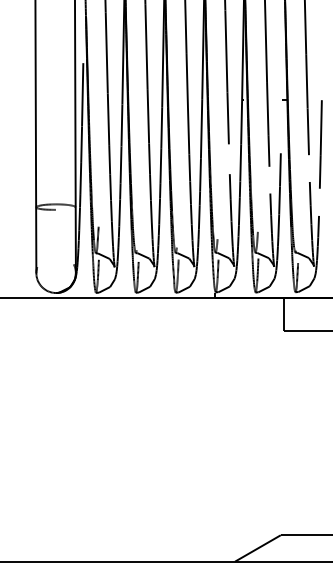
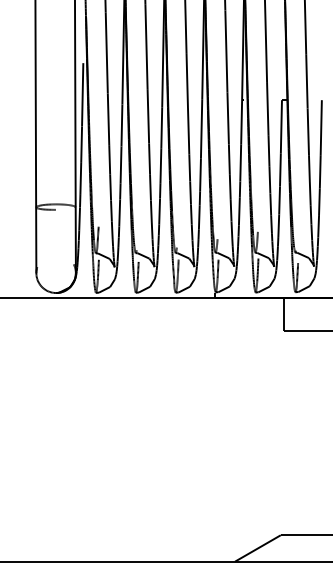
line at (280, 126): none -> present
line at (228, 159): none -> present
line at (308, 168): none -> present
line at (269, 179): none -> present
line at (319, 201): none -> present
